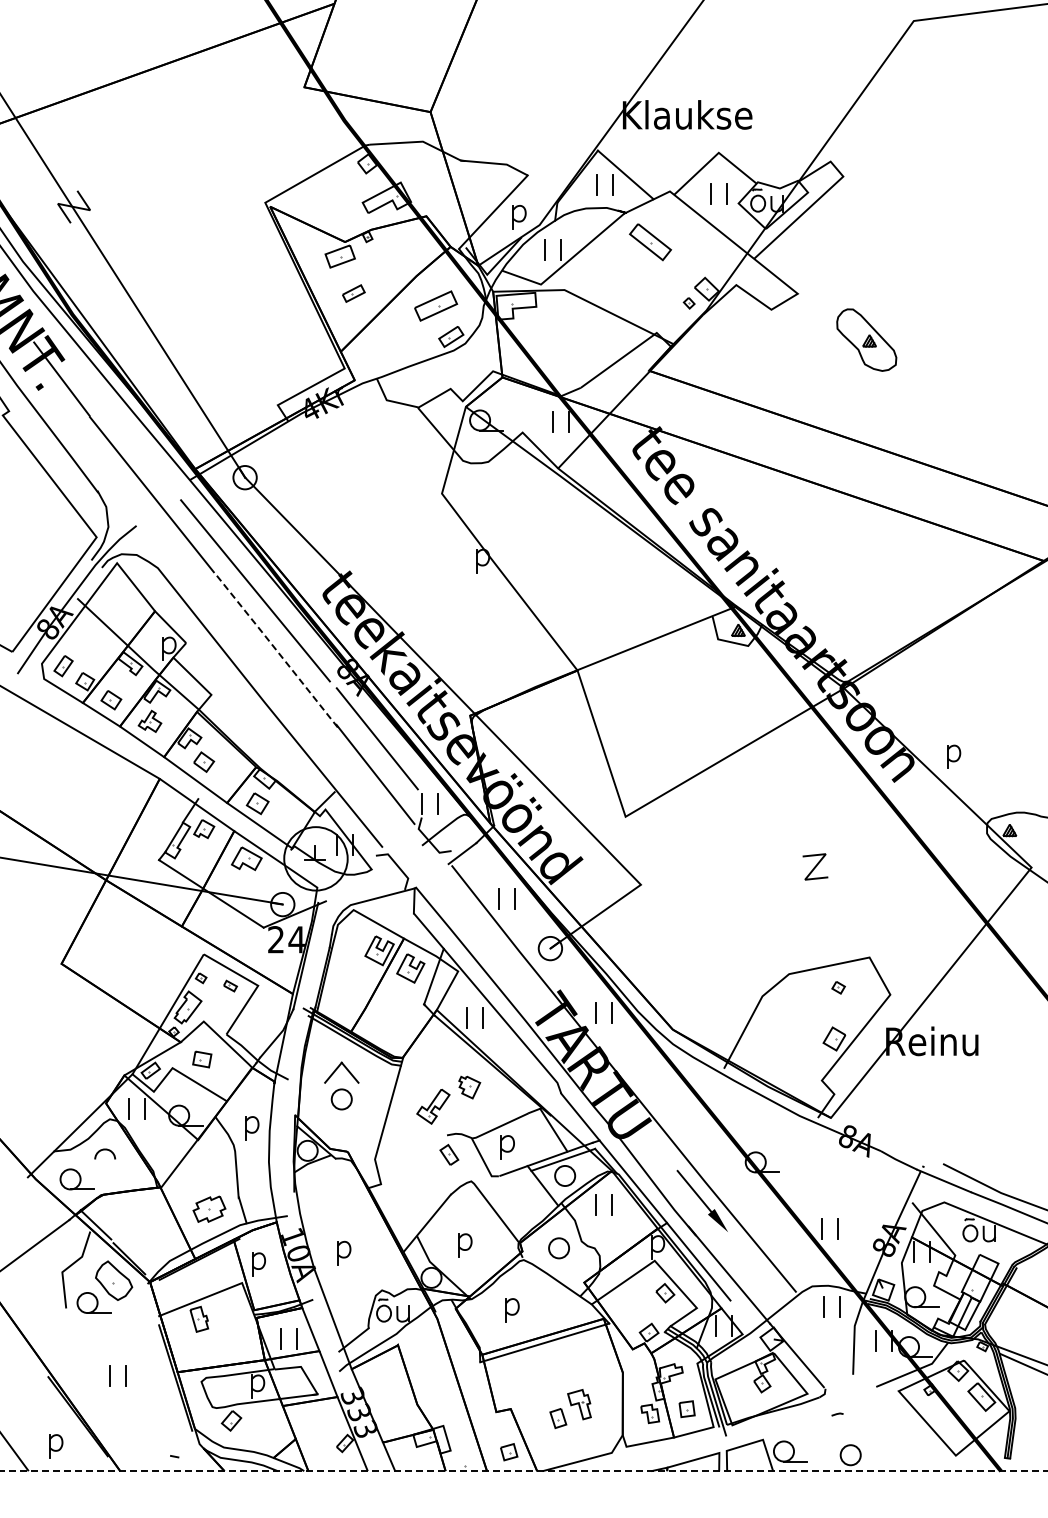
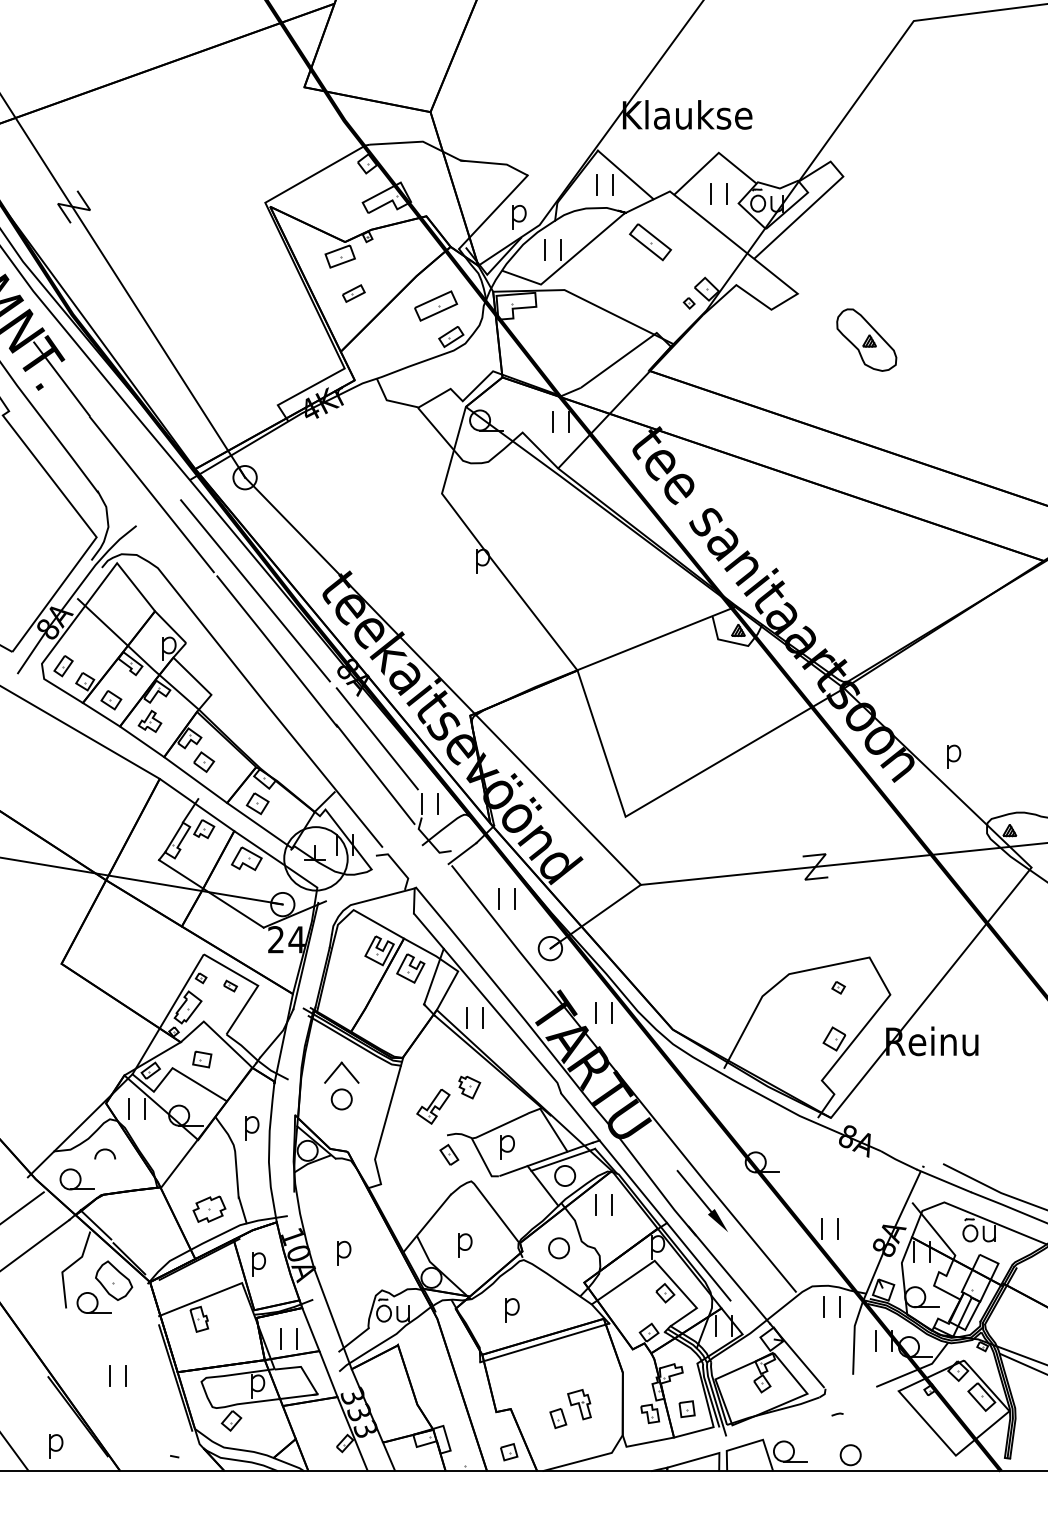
line at (276, 650): dashed -> solid
line at (842, 863): none -> present
line at (22, 1207): none -> present
line at (524, 1471): dashed -> solid
